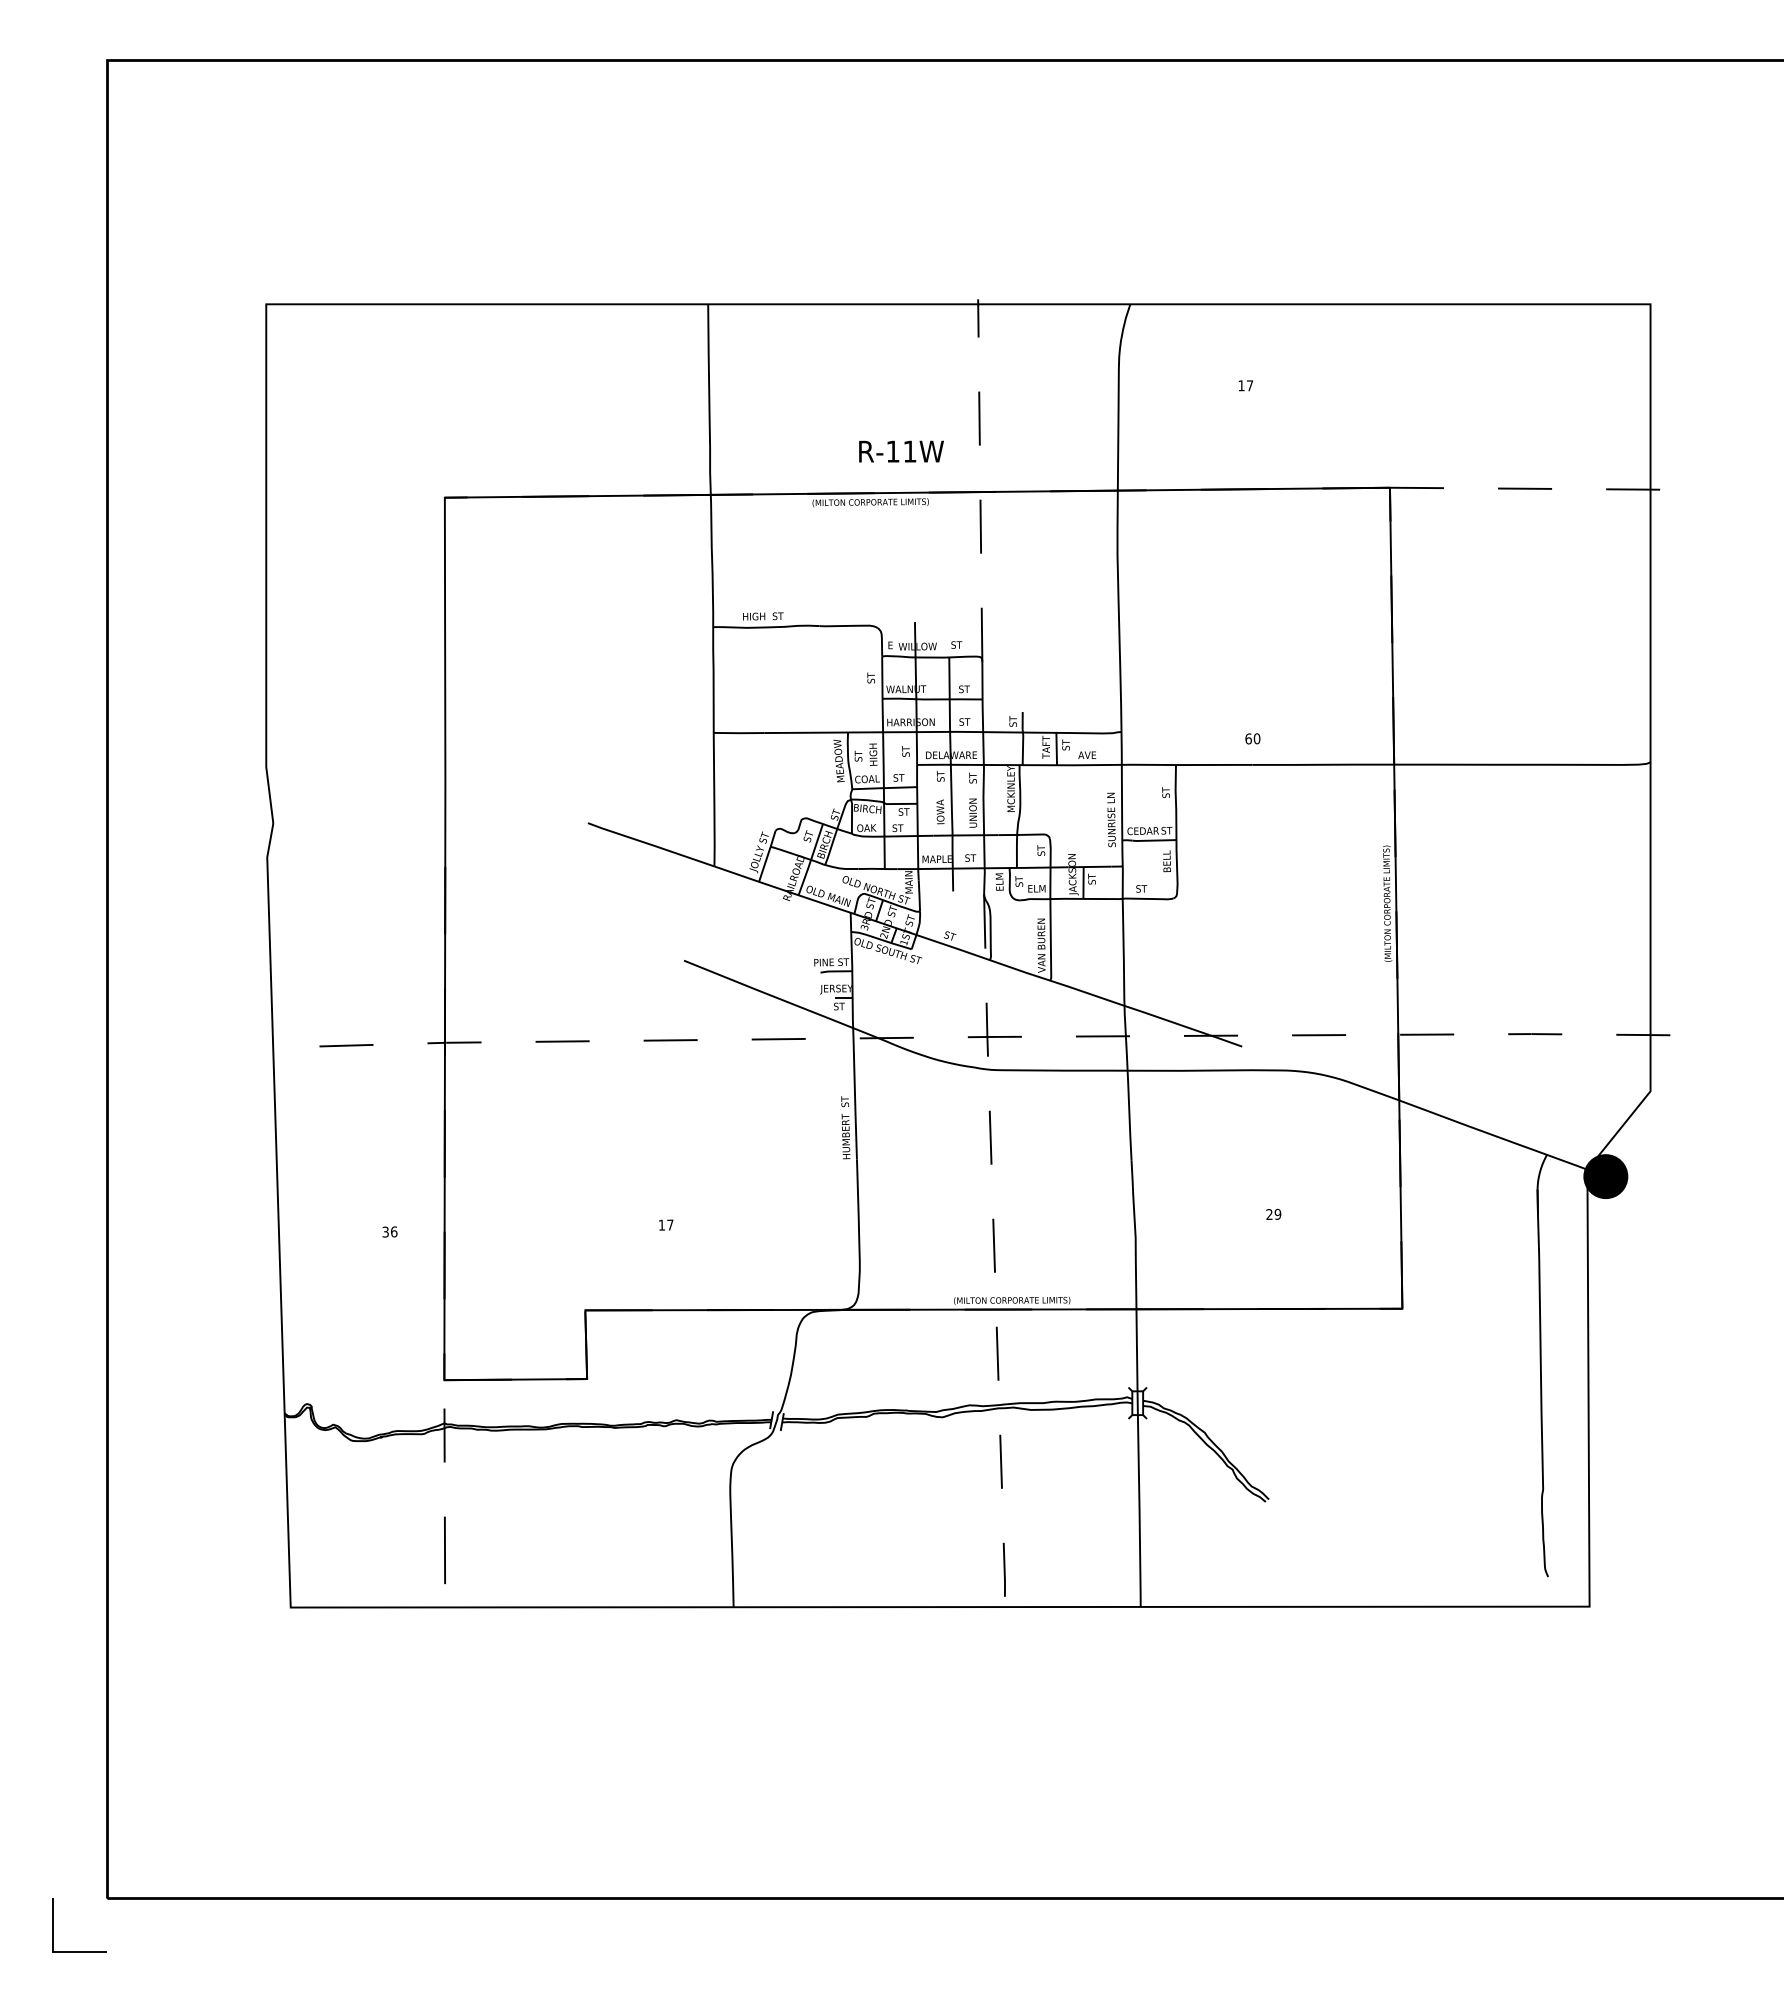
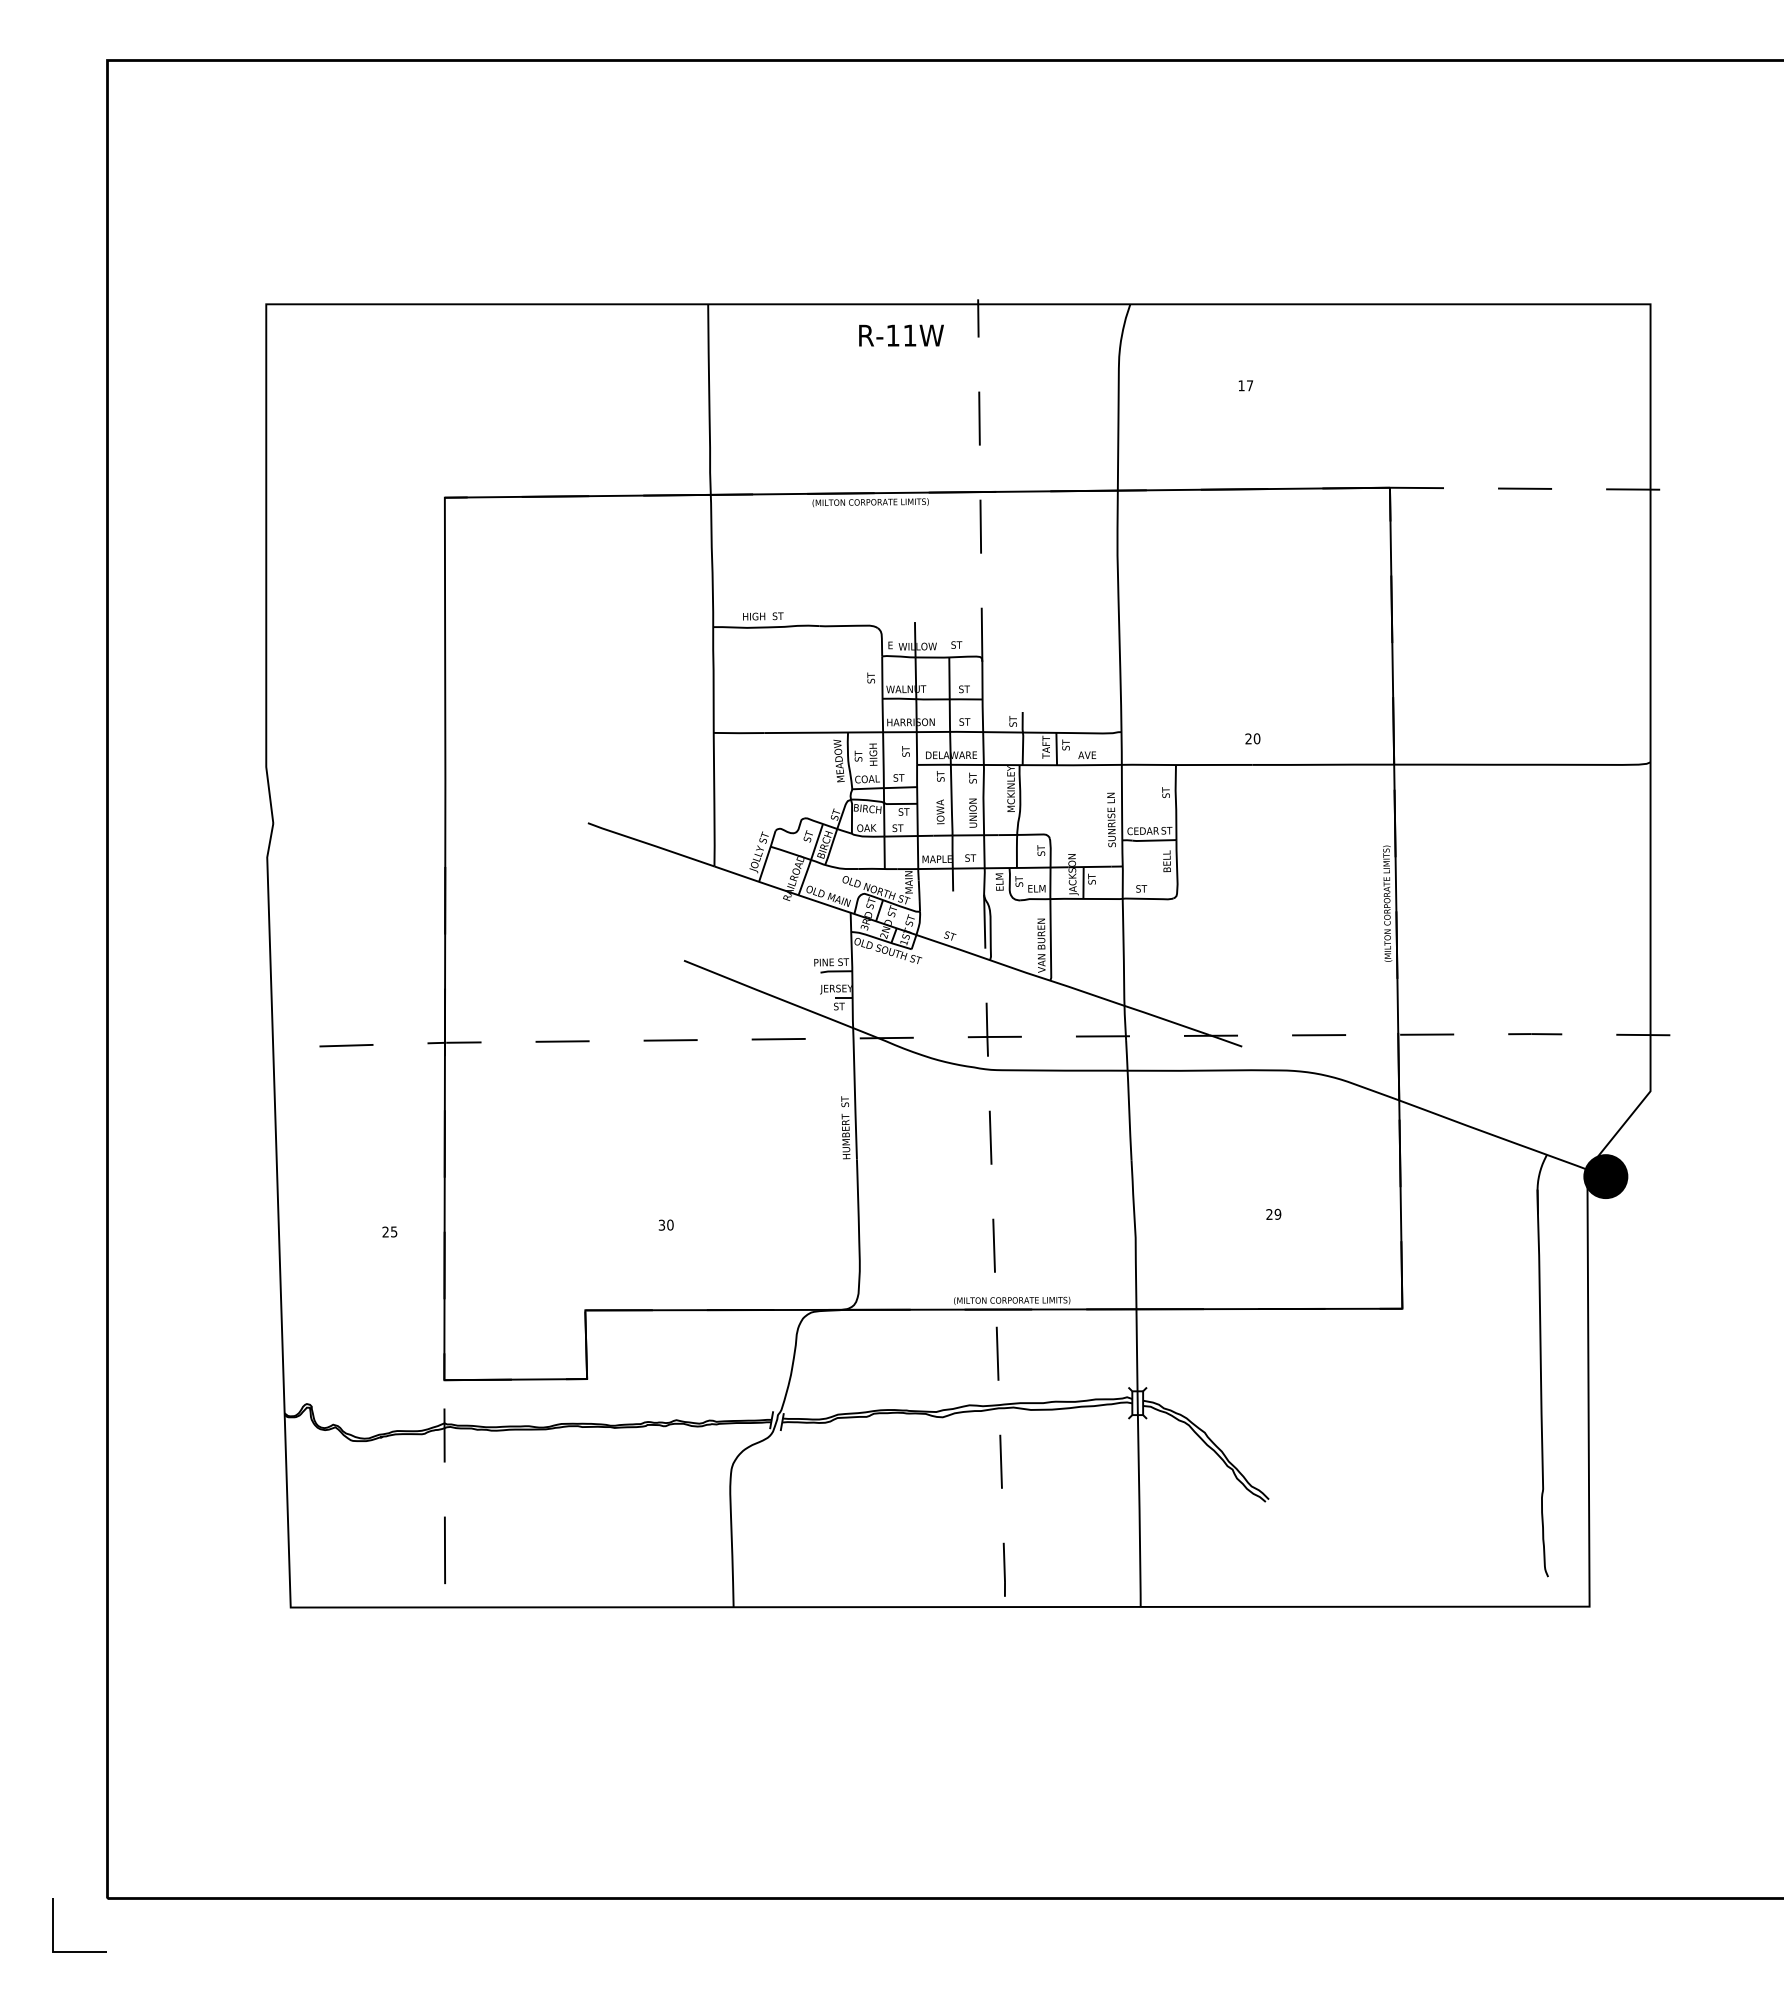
text at (901, 451) position: (901, 451) -> (901, 335)
text at (1248, 738): 60 -> 20
text at (665, 1224): 17 -> 30
text at (389, 1231): 36 -> 25
